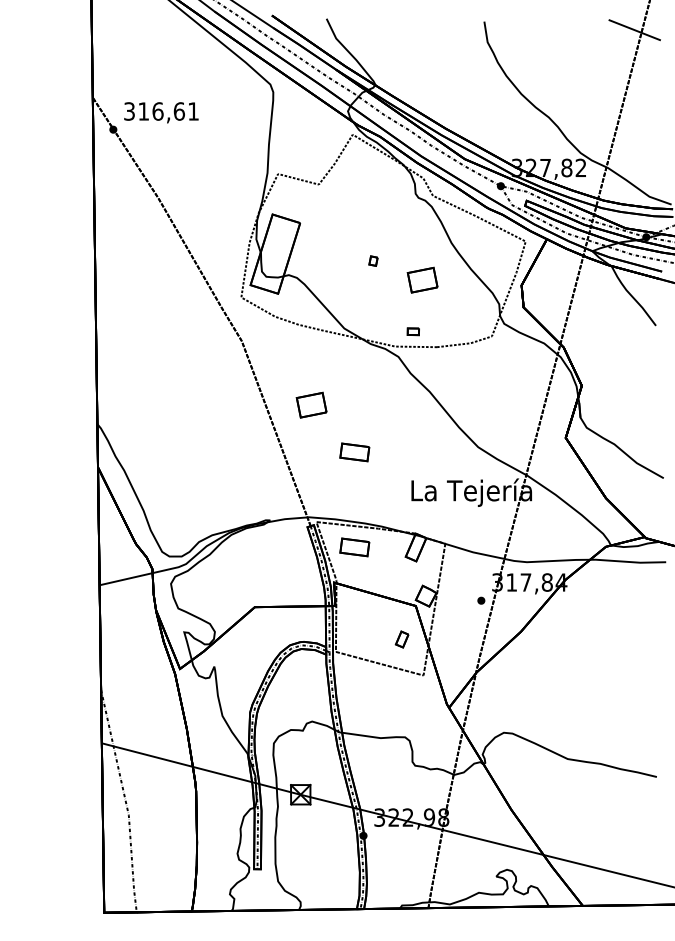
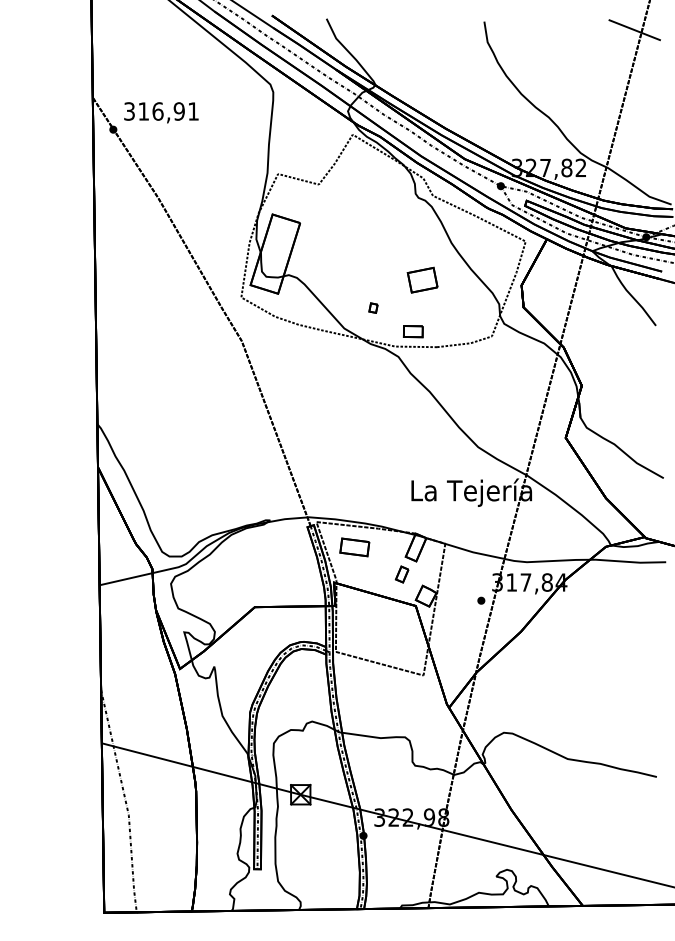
text at (178, 111): 316,61 -> 316,91
part at (373, 260) position: (373, 260) -> (373, 307)
part at (412, 331) size: 14x10 px -> 21x14 px
part at (311, 404): present -> none
part at (354, 452): present -> none
part at (401, 639) position: (401, 639) -> (401, 574)
